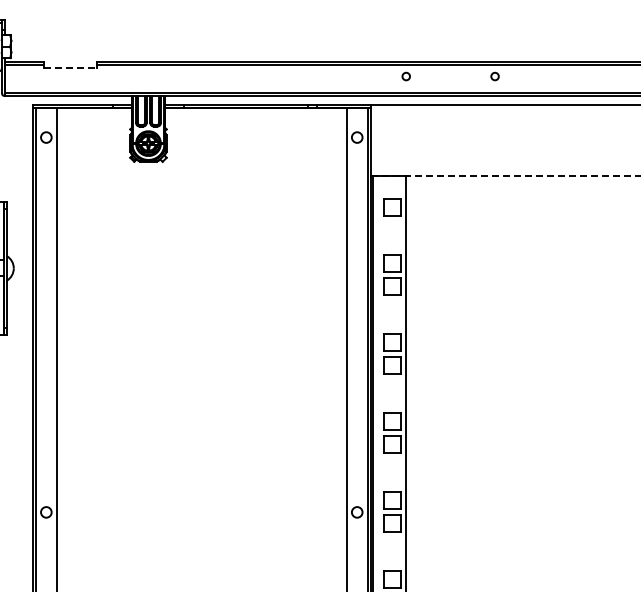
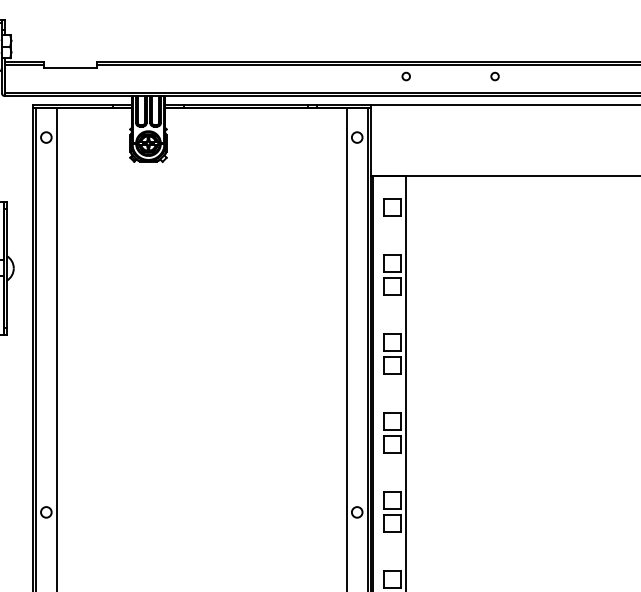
line at (70, 67): dashed -> solid
line at (505, 176): dashed -> solid
